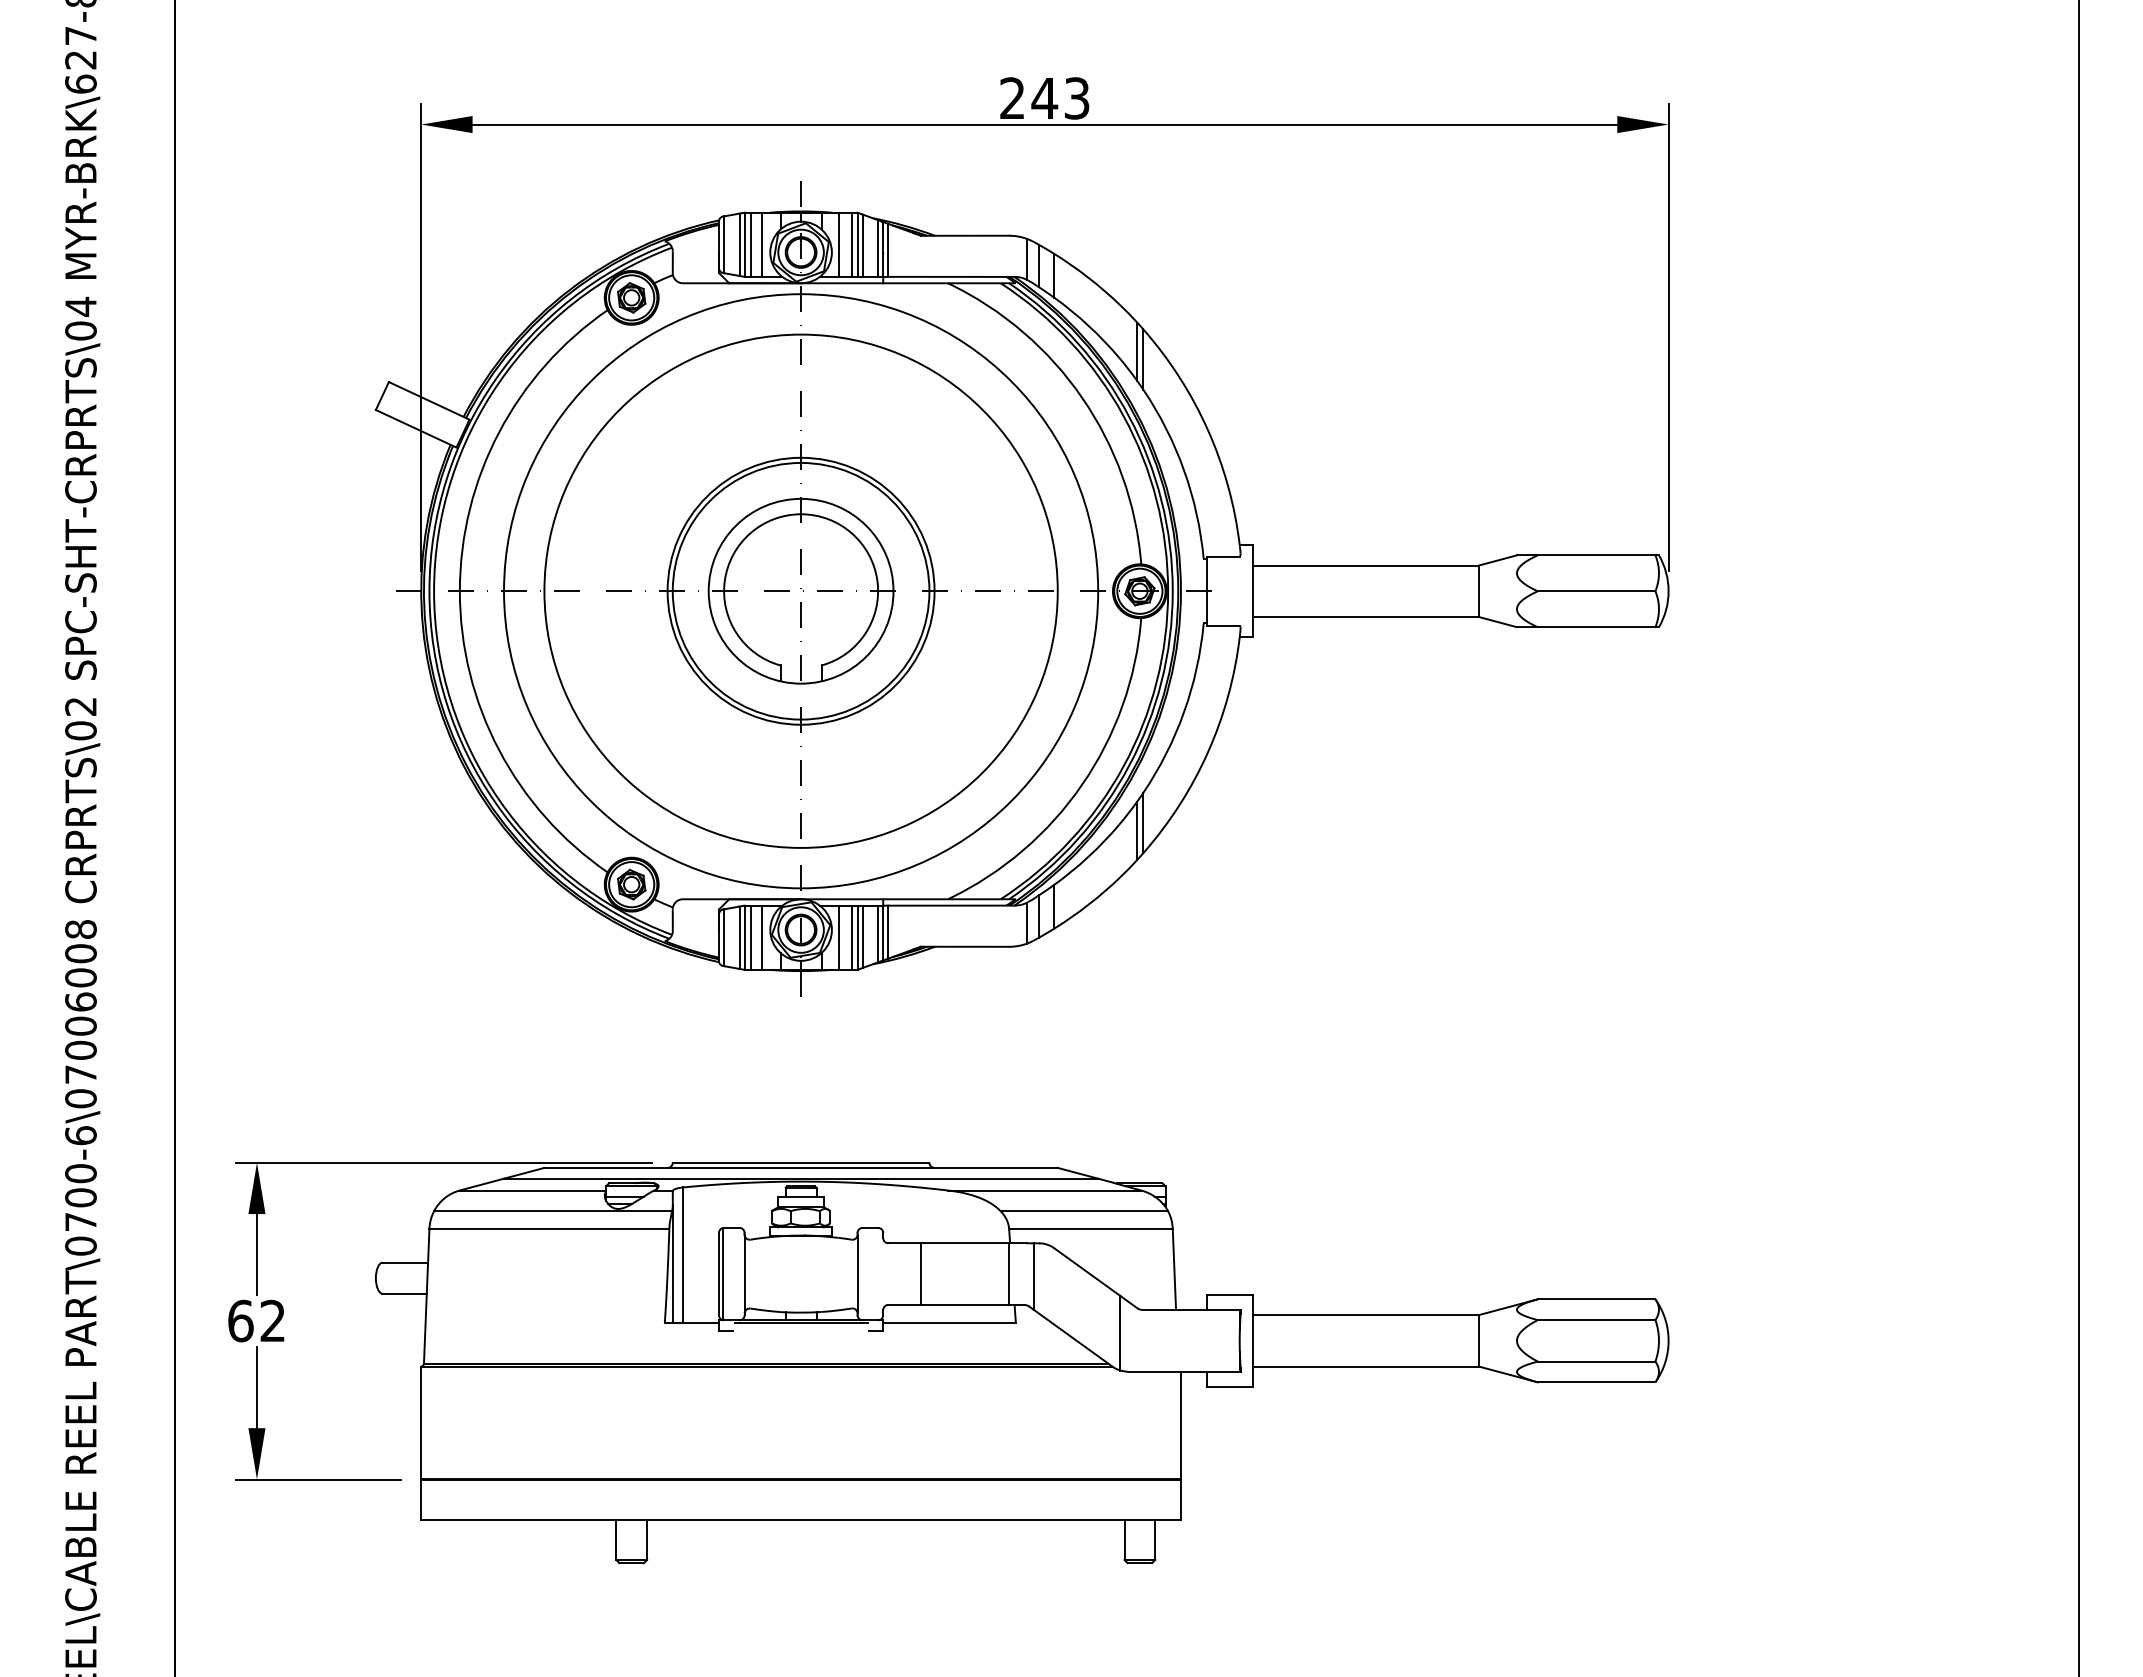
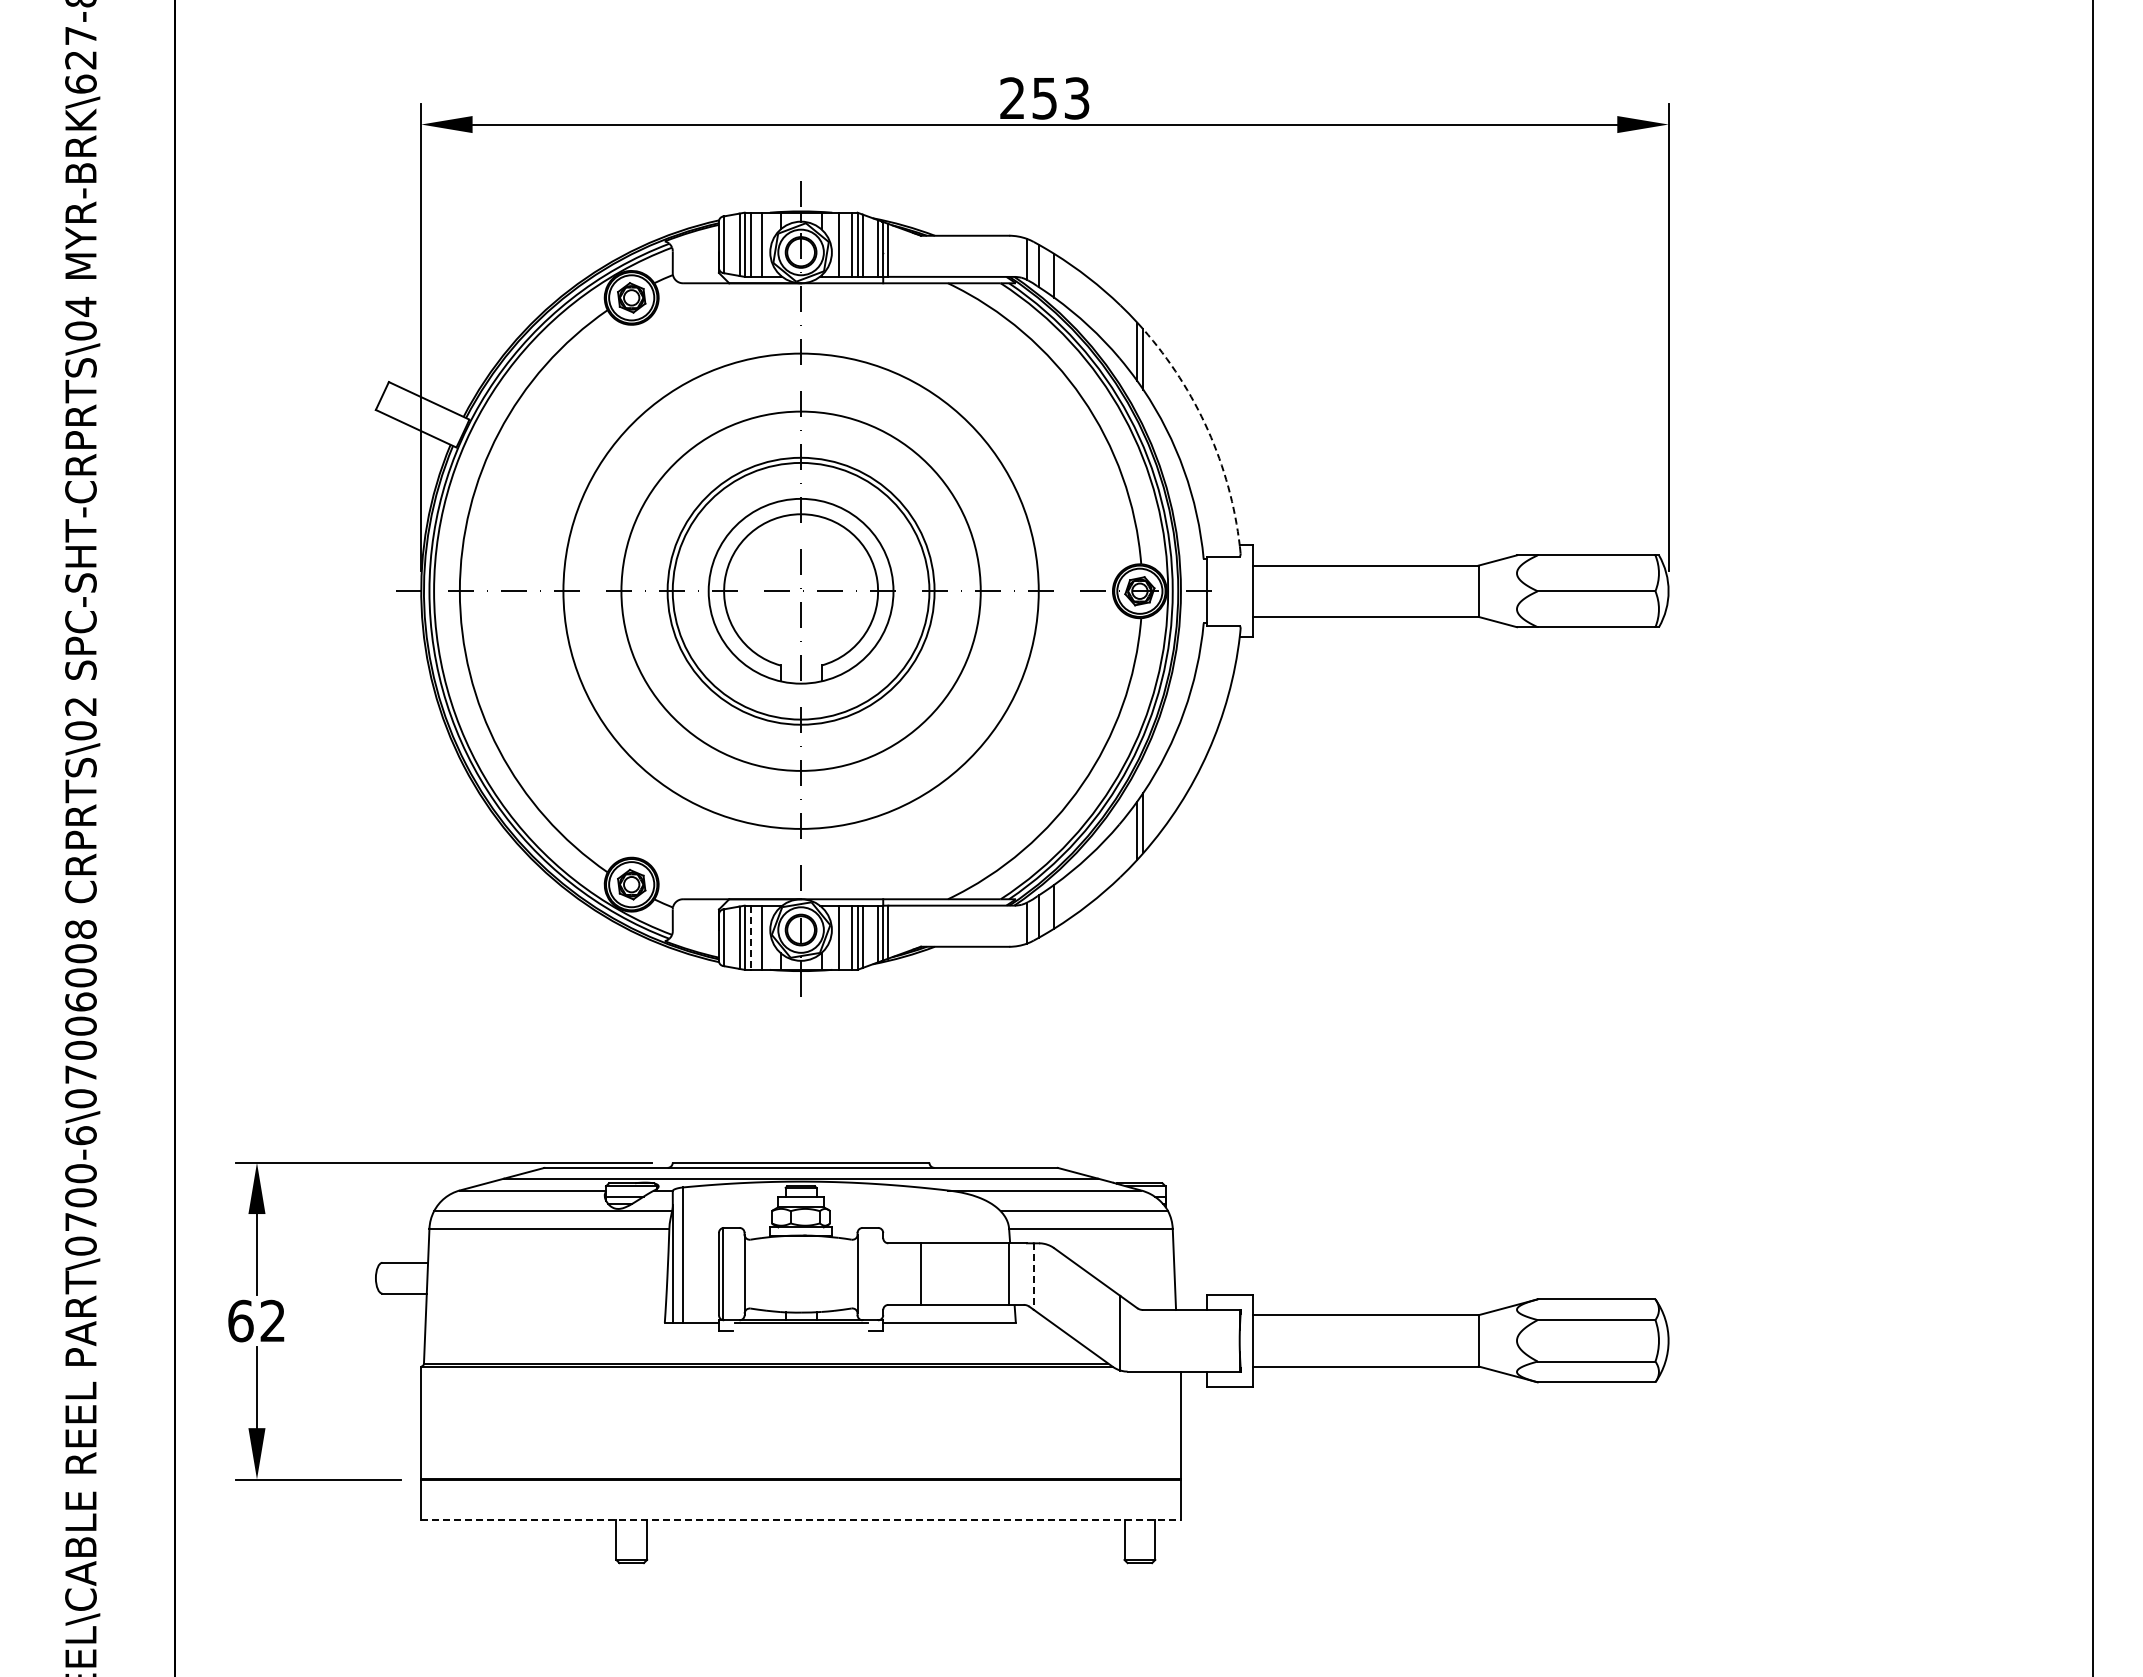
text at (1044, 98): 243 -> 253
arc at (1208, 430): solid -> dashed
circle at (800, 590) diameter: 513 px -> 359 px
circle at (801, 591) diameter: 594 px -> 475 px
line at (2078, 837) position: (2078, 837) -> (2092, 837)
line at (750, 938): solid -> dashed
line at (1033, 1277): solid -> dashed
line at (801, 1520): solid -> dashed
